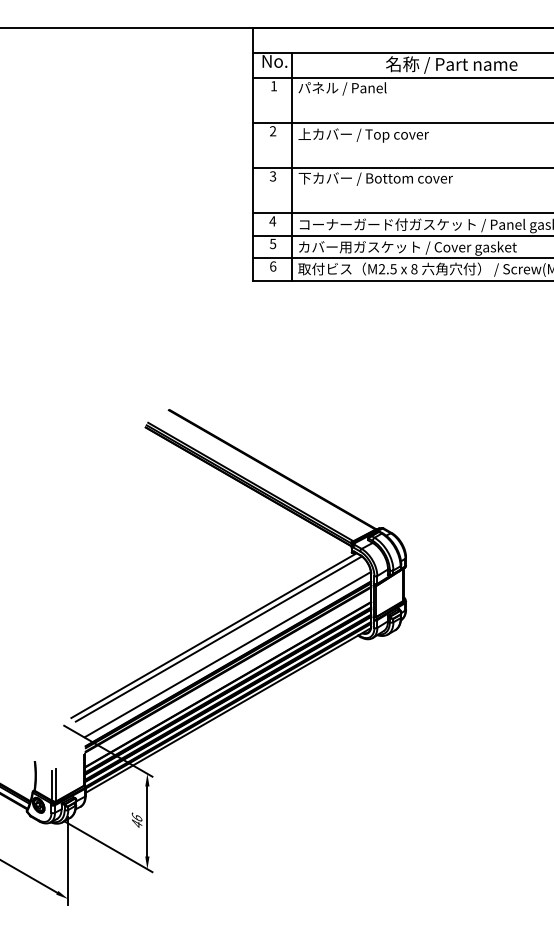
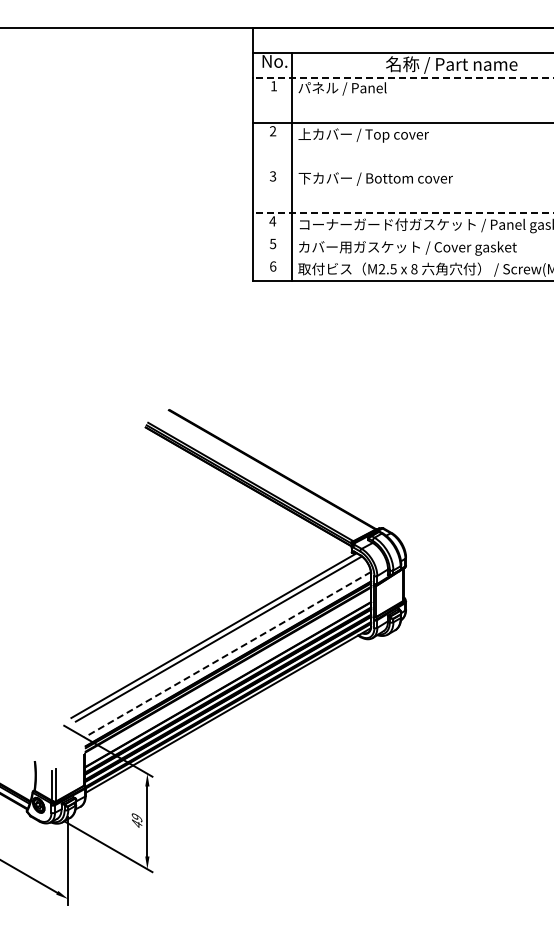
line at (402, 78): solid -> dashed
line at (401, 168): present -> none
line at (402, 213): solid -> dashed
line at (401, 235): present -> none
line at (401, 258): present -> none
line at (227, 654): solid -> dashed
text at (136, 817): 46 -> 49
